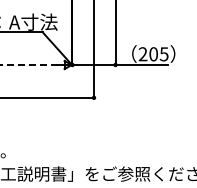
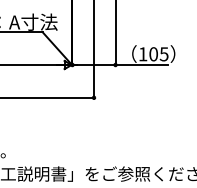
text at (142, 54): 205 -> 105
line at (32, 65): dashed -> solid
